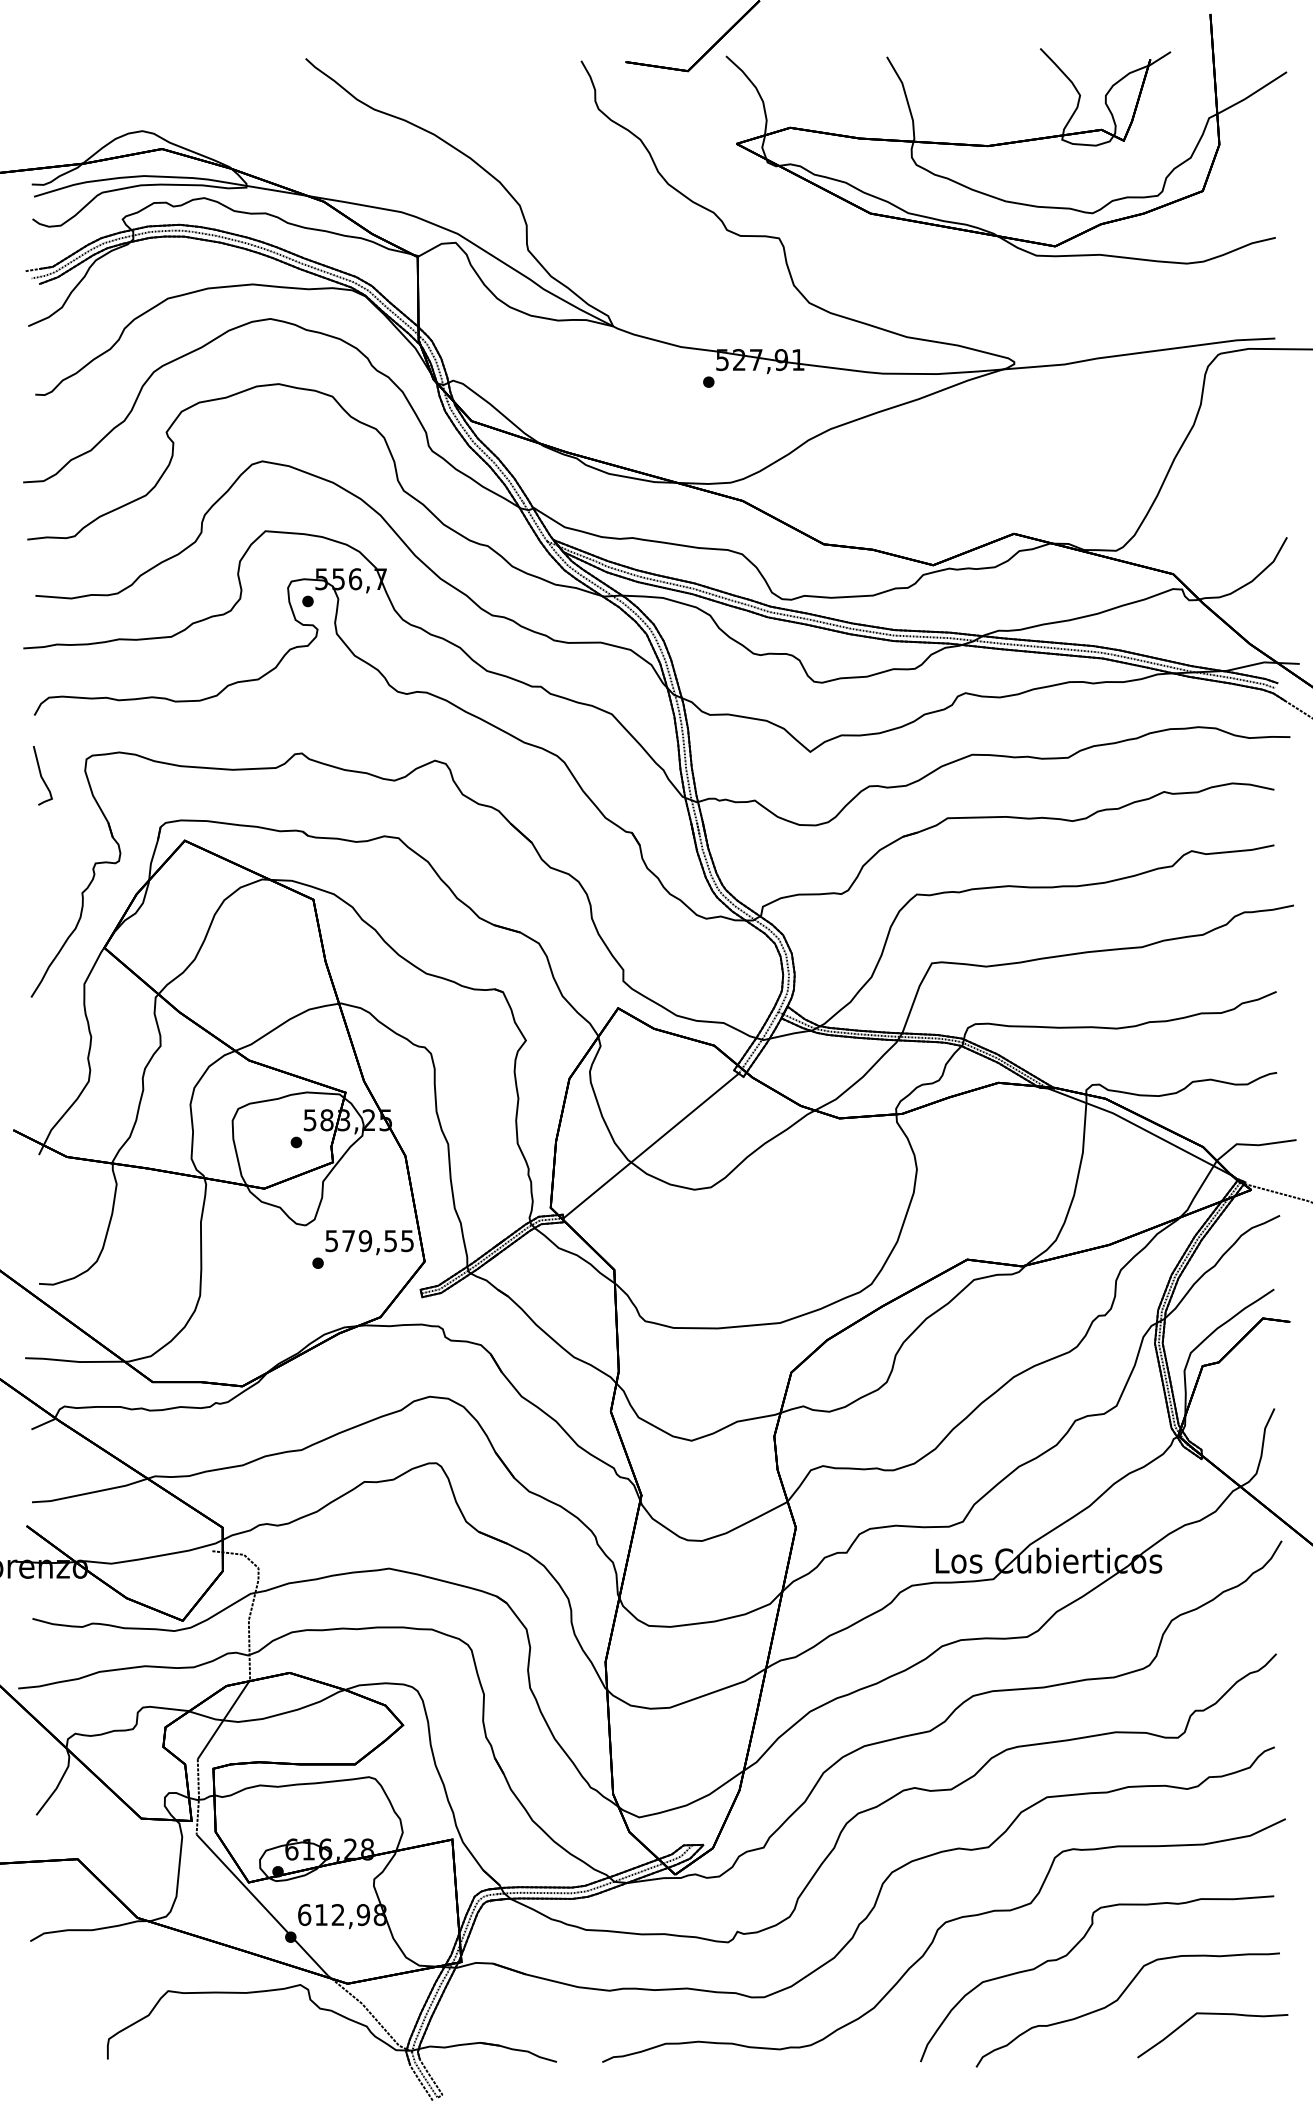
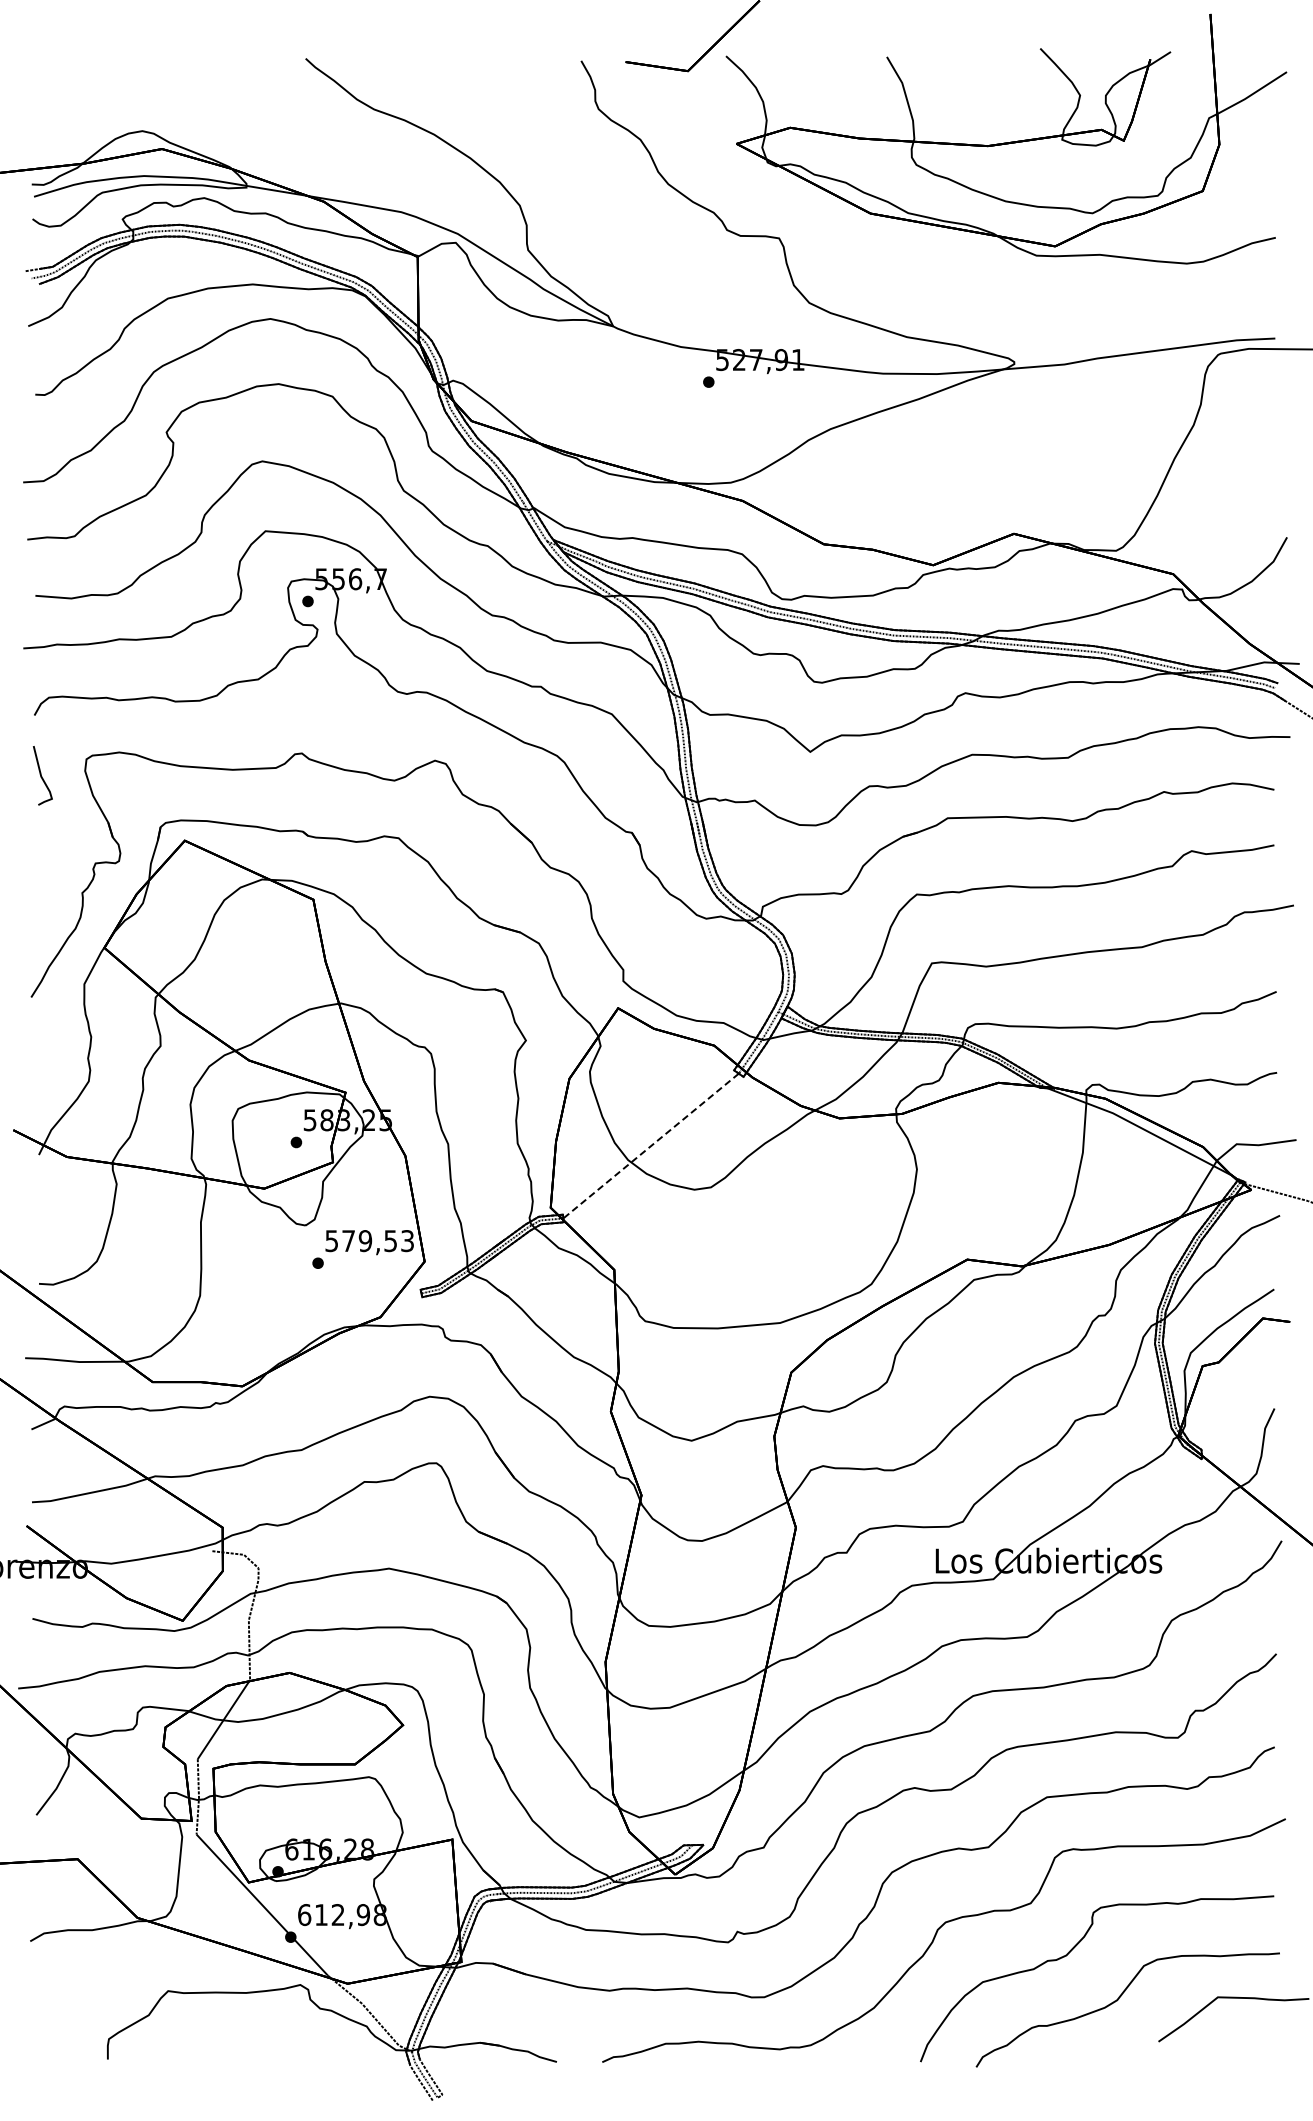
line at (651, 1146): solid -> dashed
text at (407, 1240): 579,55 -> 579,53
curve at (1212, 2014) position: (1212, 2014) -> (1233, 1998)
